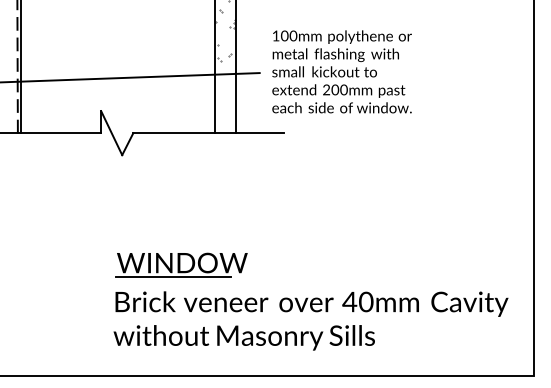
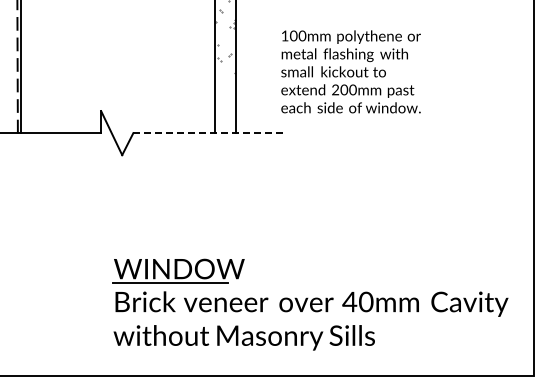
text at (341, 71) position: (341, 71) -> (350, 71)
line at (130, 77): present -> none
line at (209, 133): solid -> dashed
part at (181, 264) position: (181, 264) -> (178, 270)
